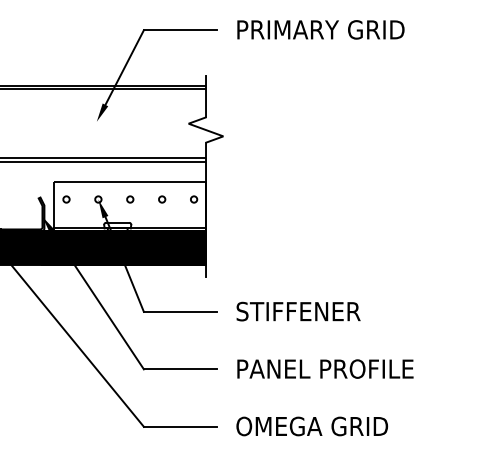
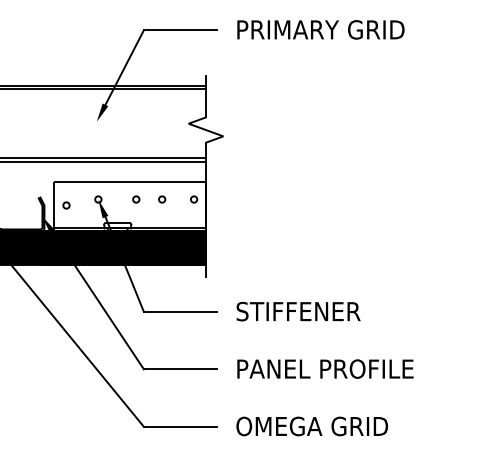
circle at (66, 199) position: (66, 199) -> (66, 205)
circle at (130, 199) position: (130, 199) -> (136, 199)
